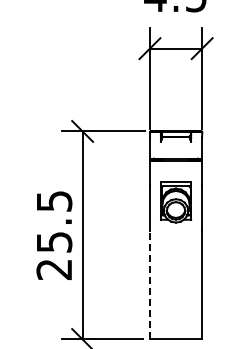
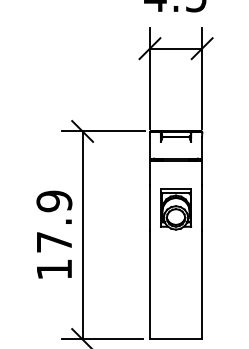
part at (175, 202) position: (175, 202) -> (175, 209)
text at (54, 235): 25.5 -> 17.9
line at (149, 284): dashed -> solid
